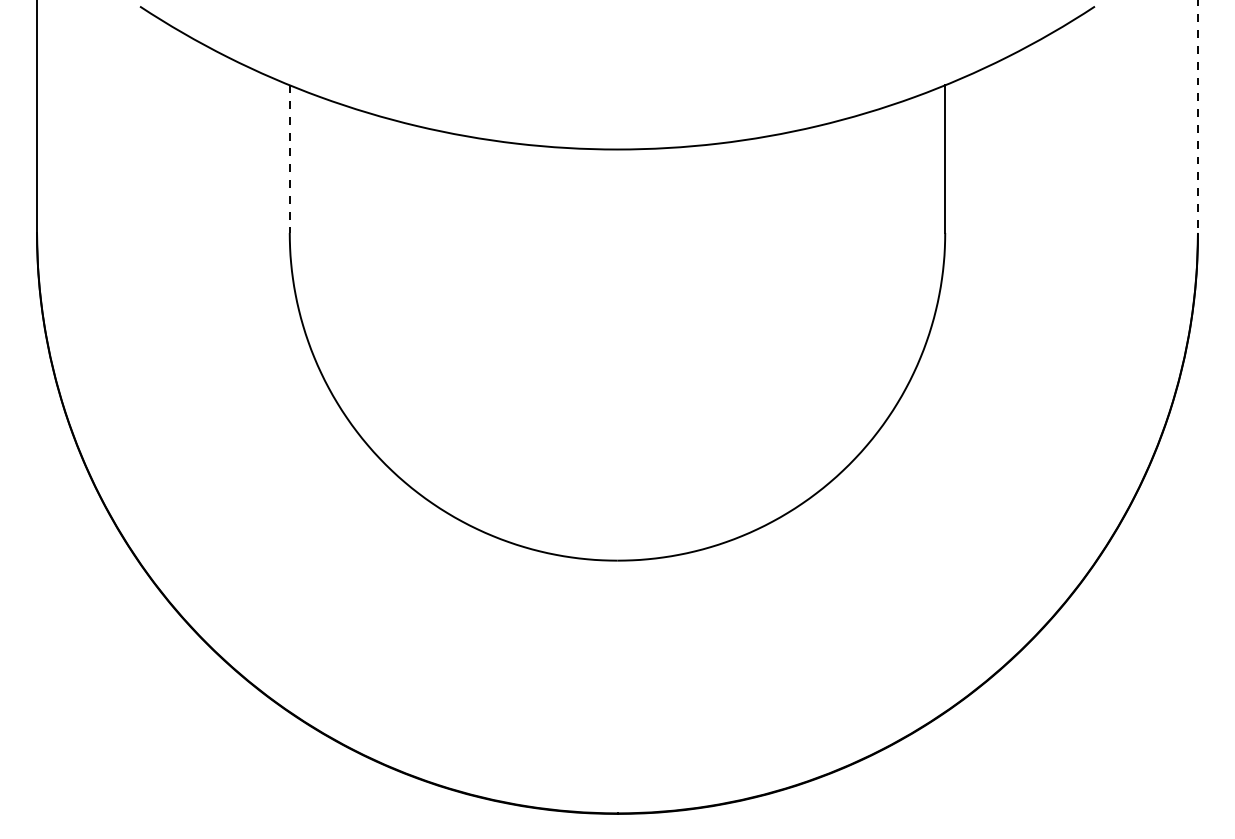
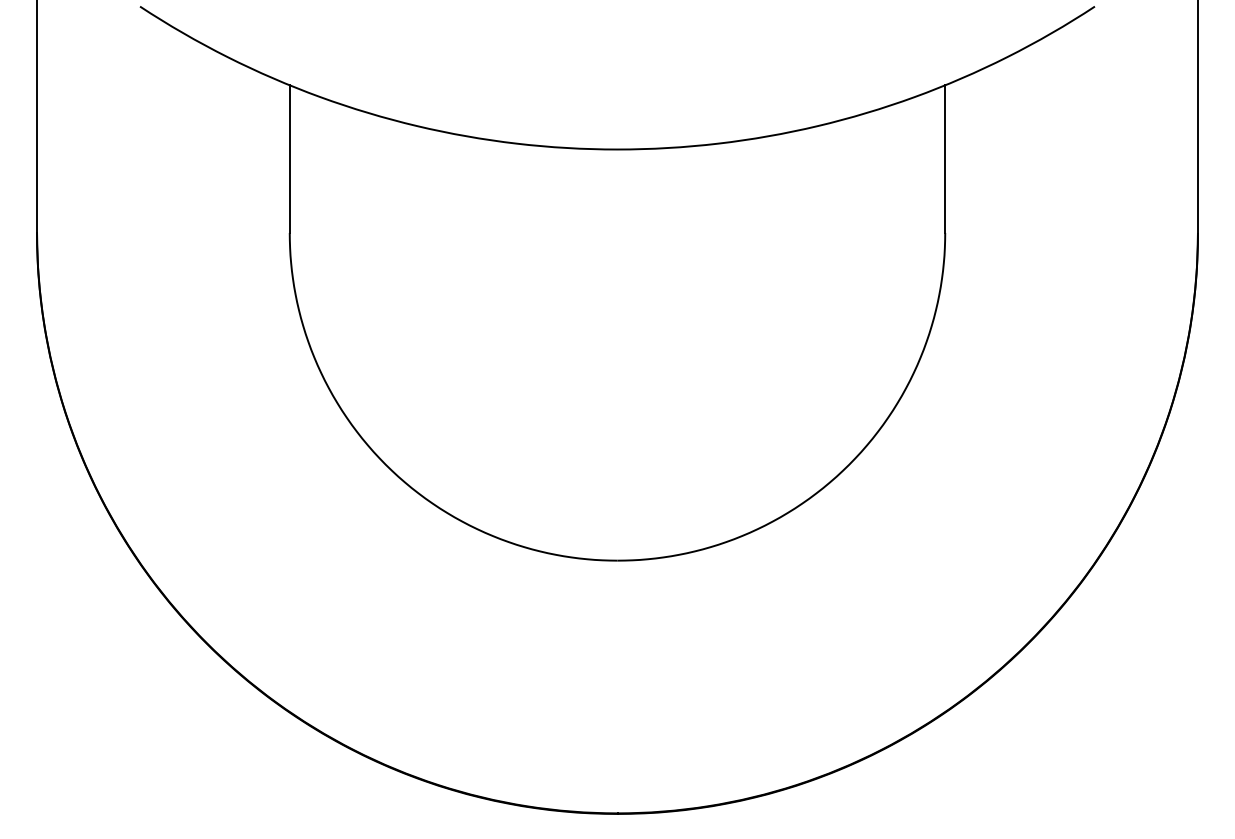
line at (1197, 116): dashed -> solid
line at (289, 159): dashed -> solid
